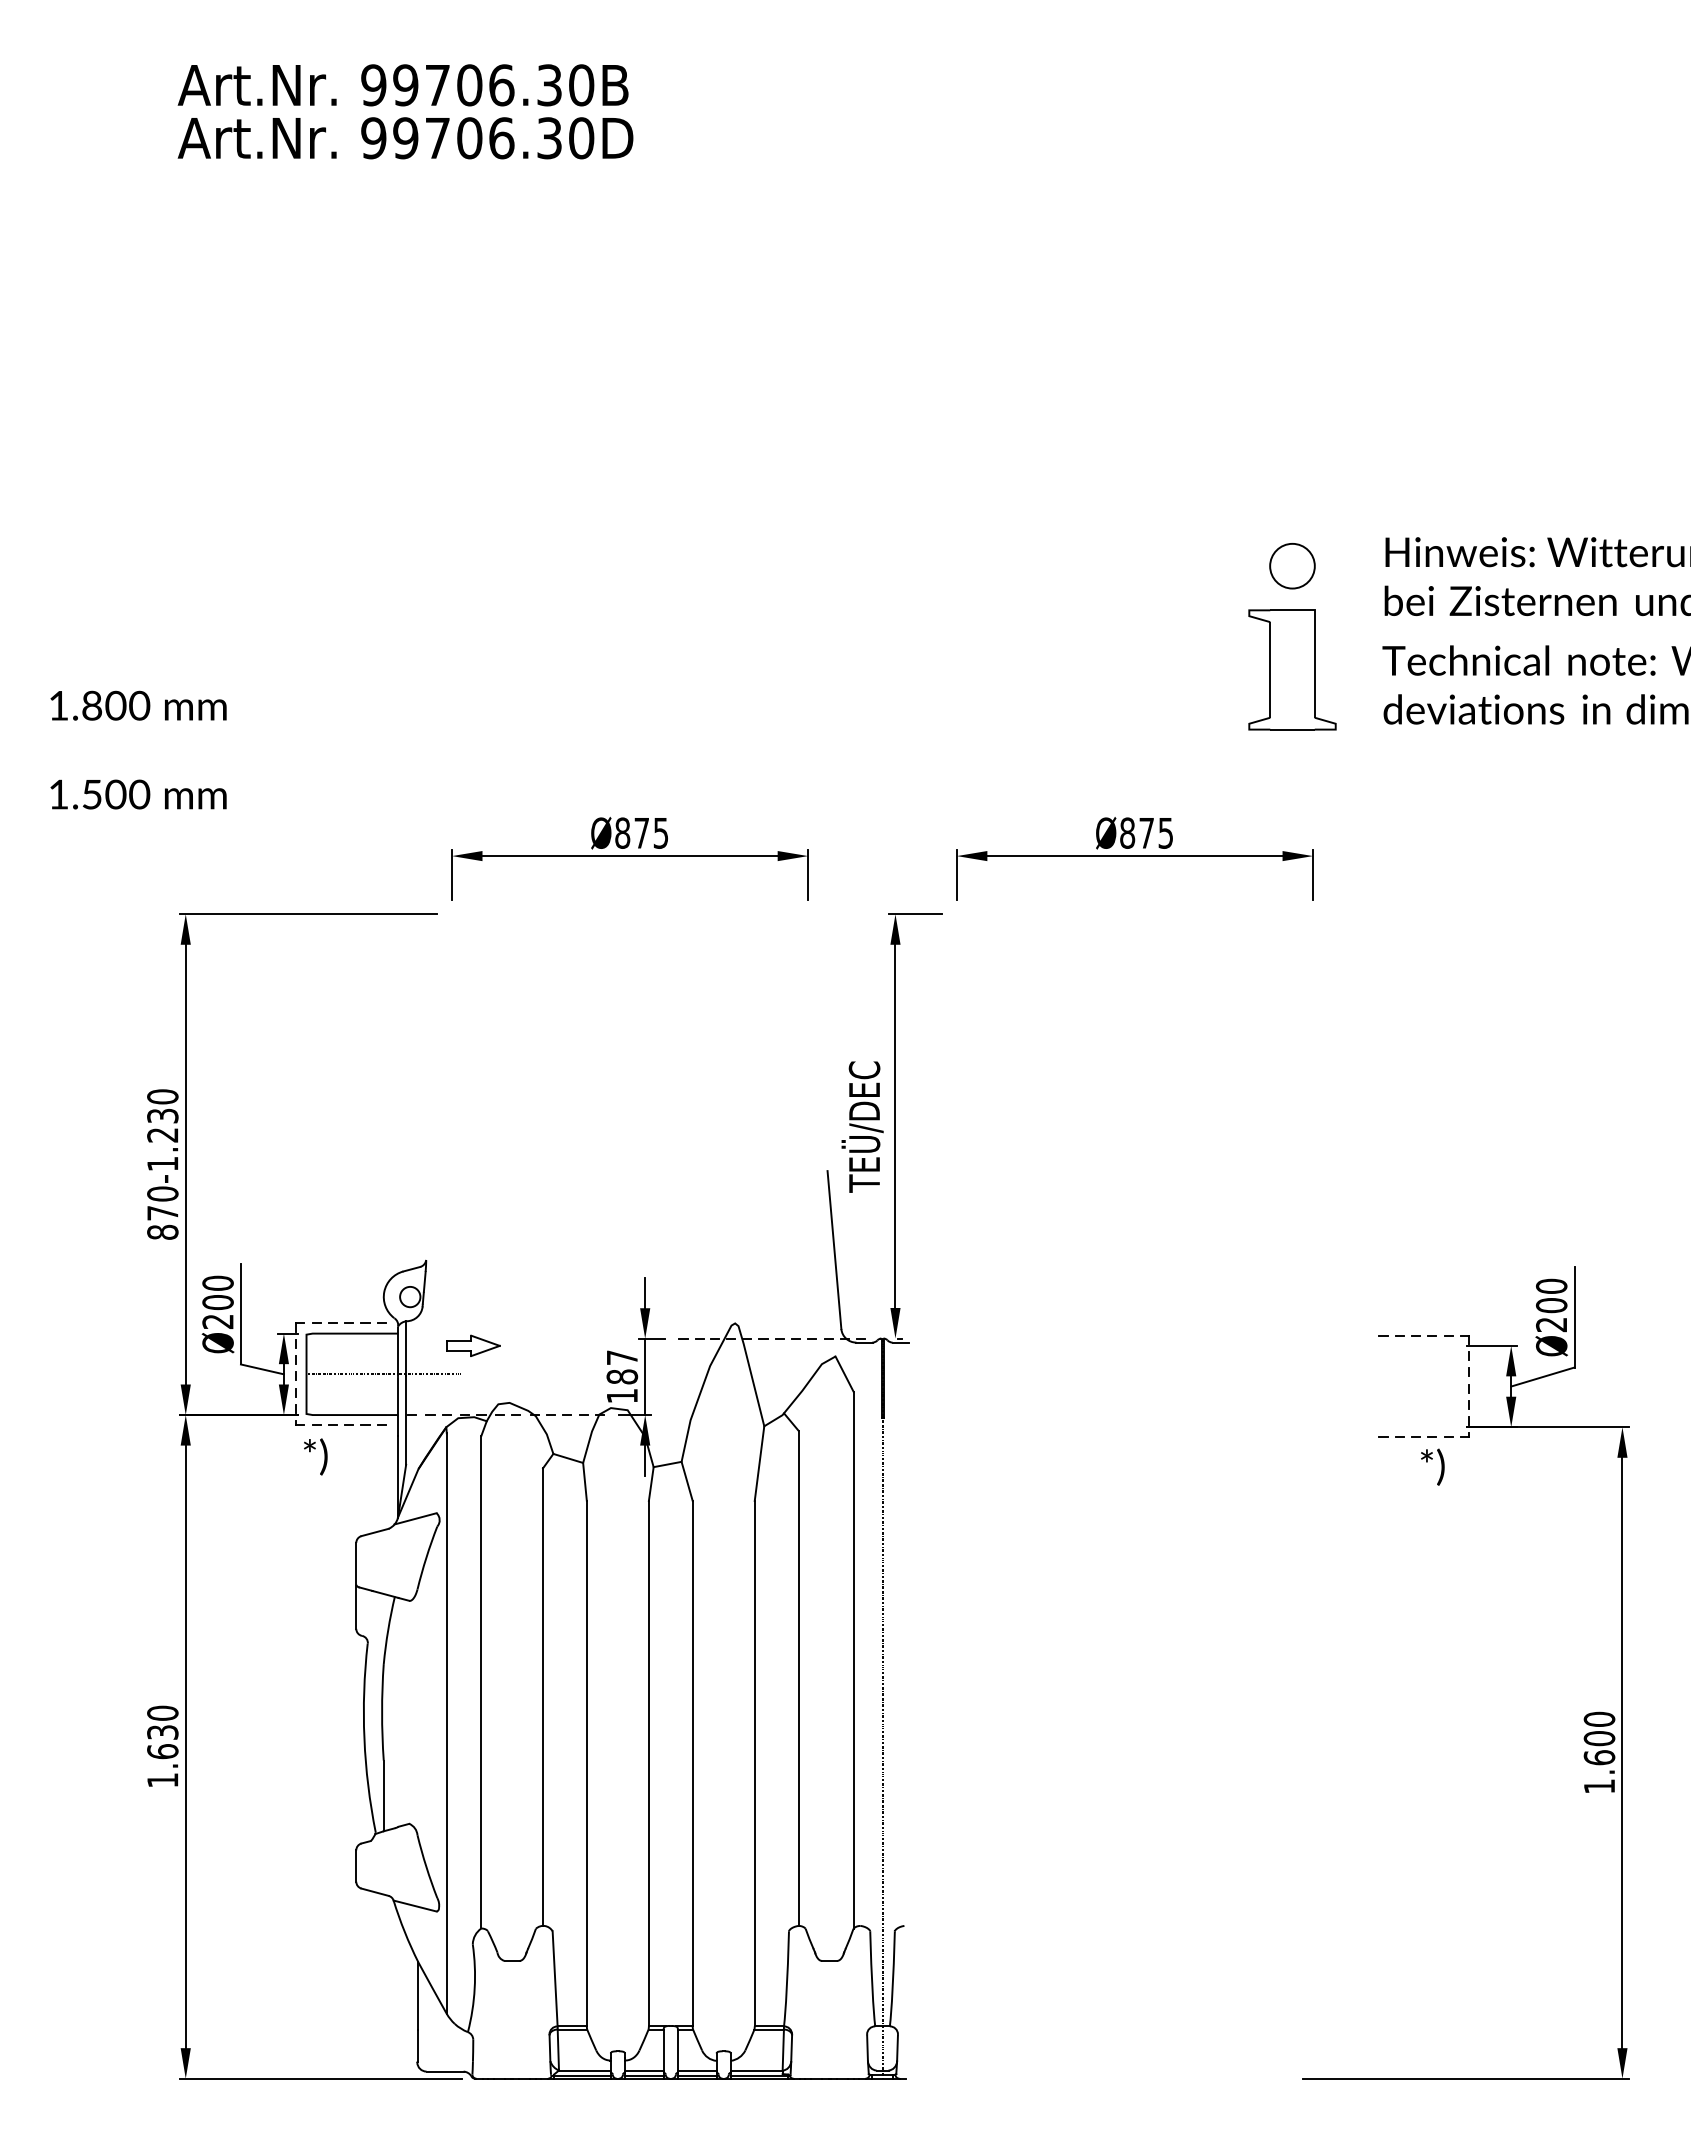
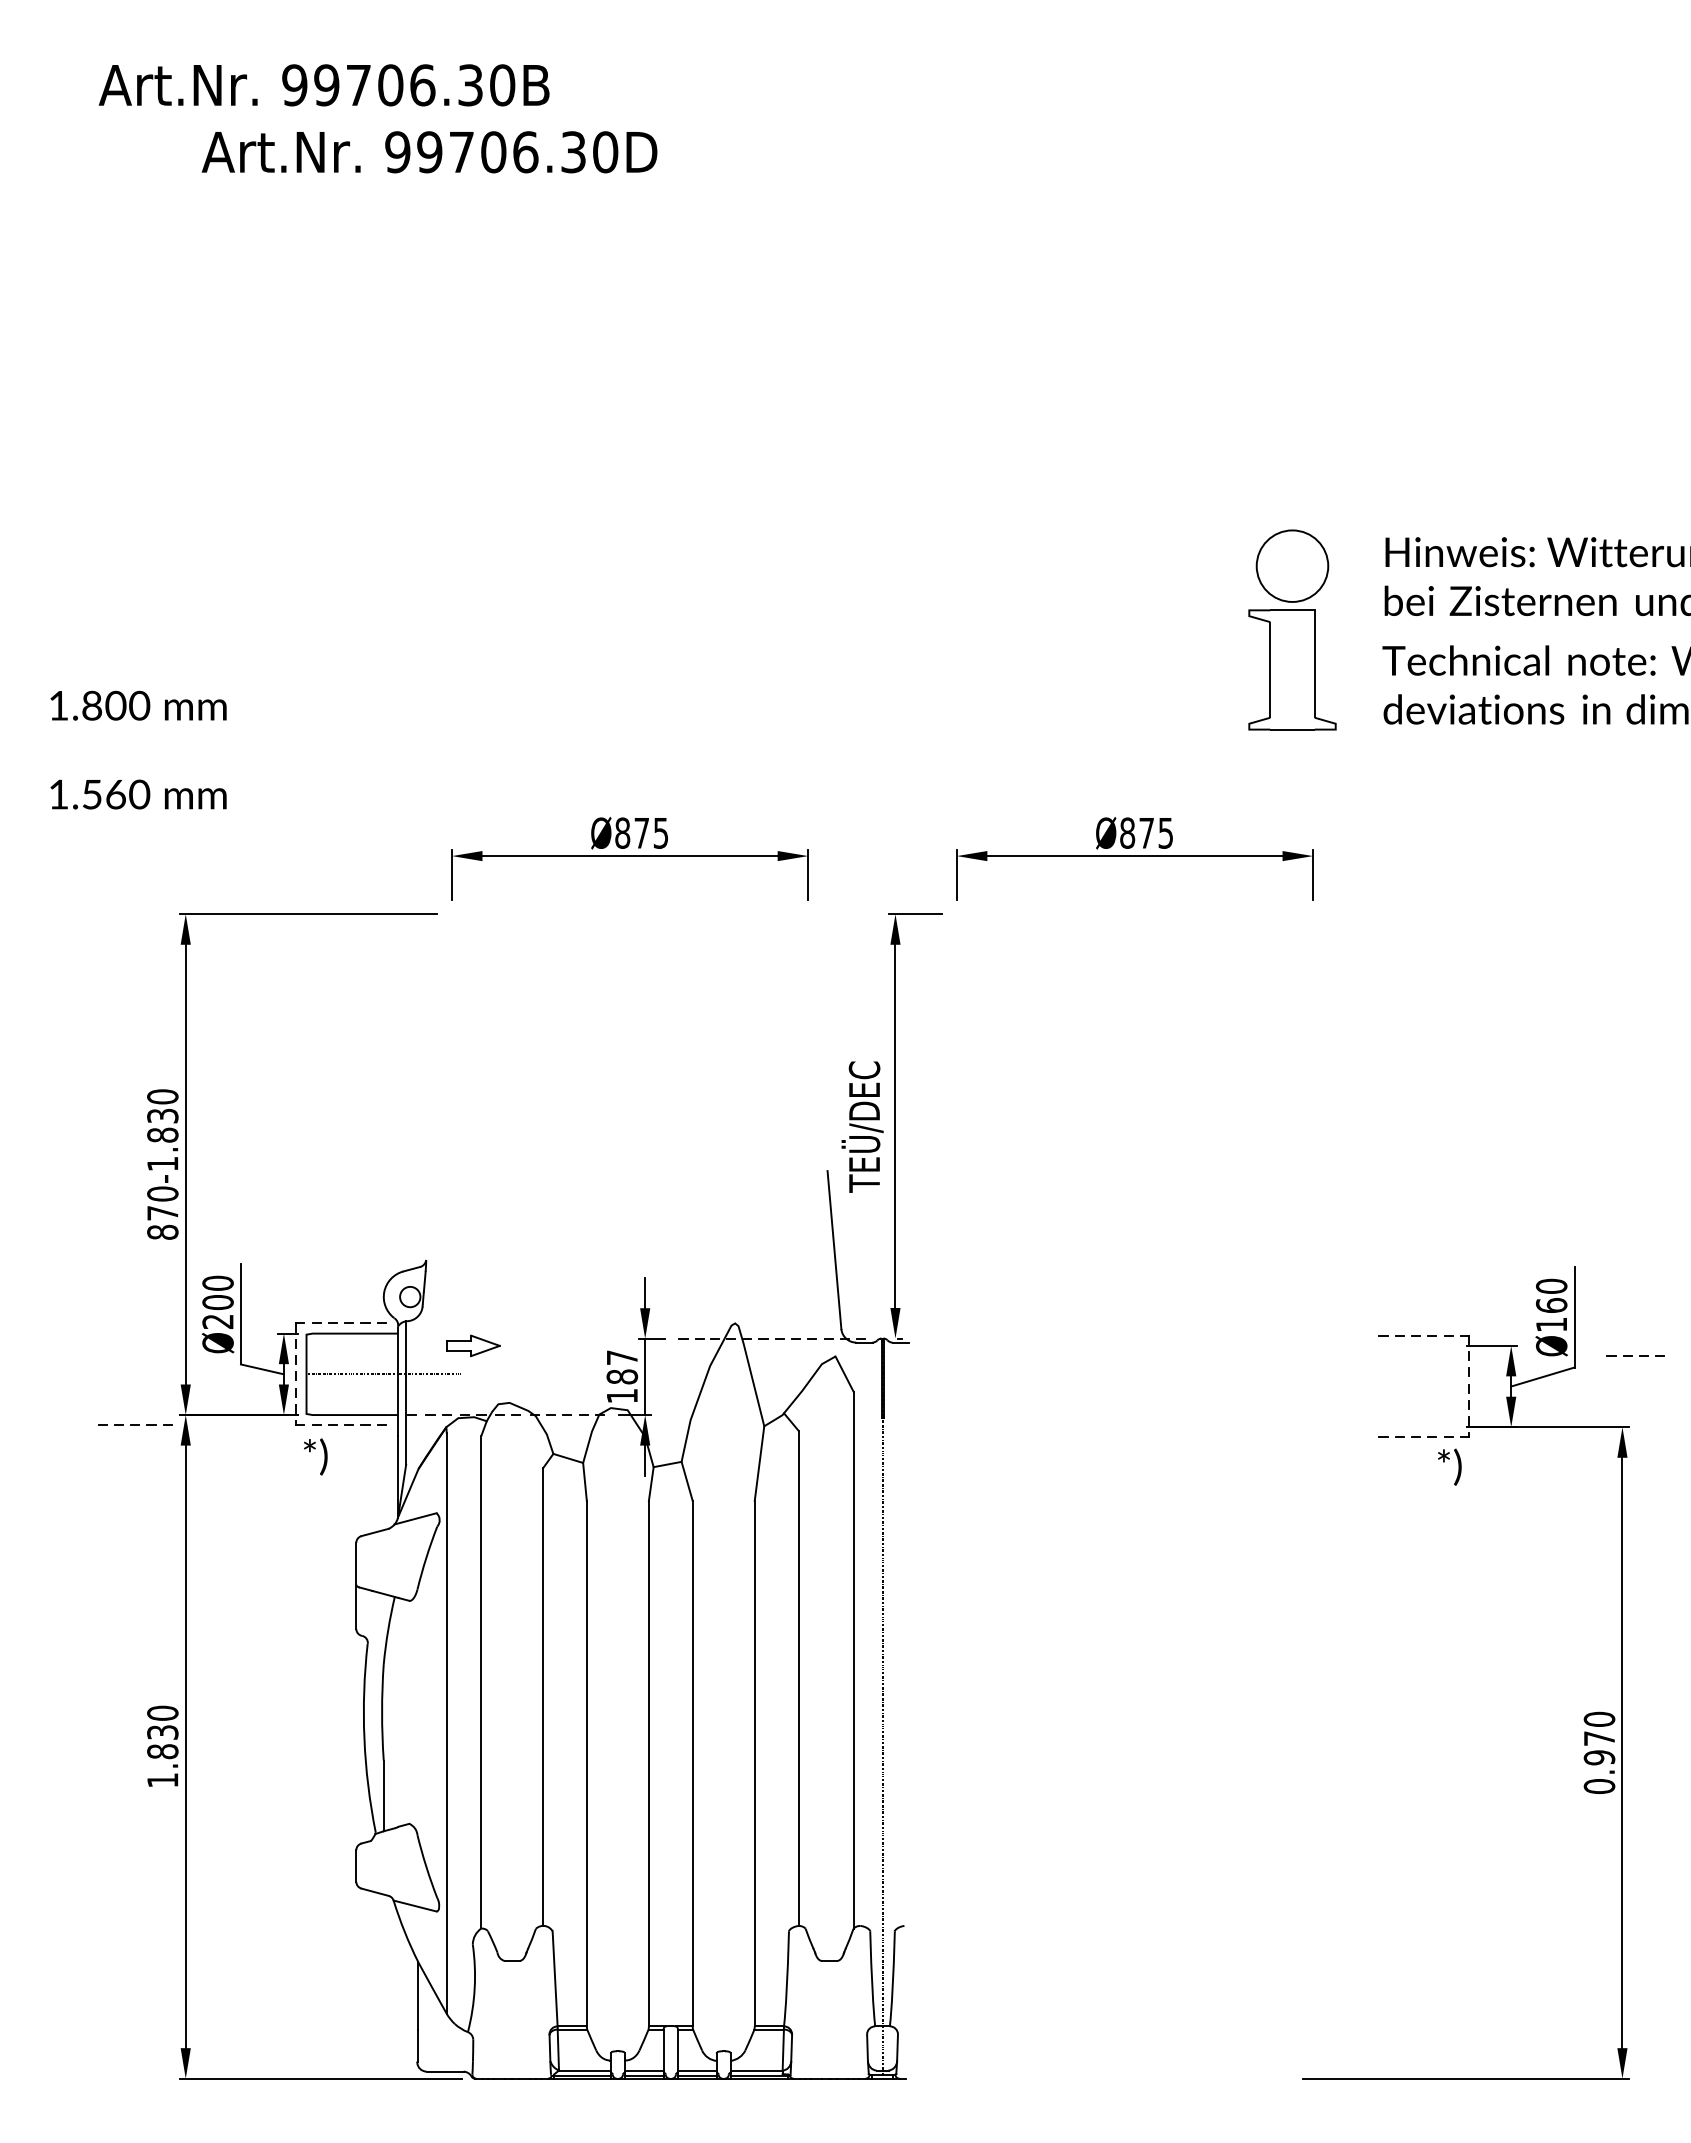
text at (402, 85) position: (402, 85) -> (323, 85)
text at (405, 138) position: (405, 138) -> (429, 152)
circle at (1292, 565) diameter: 45 px -> 72 px
text at (115, 793): 1.500 -> 1.560
text at (162, 1134): 870-1.230 -> 870-1.830
text at (1551, 1314): Ø200 -> Ø160
line at (1632, 1355): none -> present
line at (135, 1424): none -> present
text at (1432, 1466) position: (1432, 1466) -> (1449, 1466)
text at (162, 1751): 1.630 -> 1.830
text at (1599, 1762): 1.600 -> 0.970
